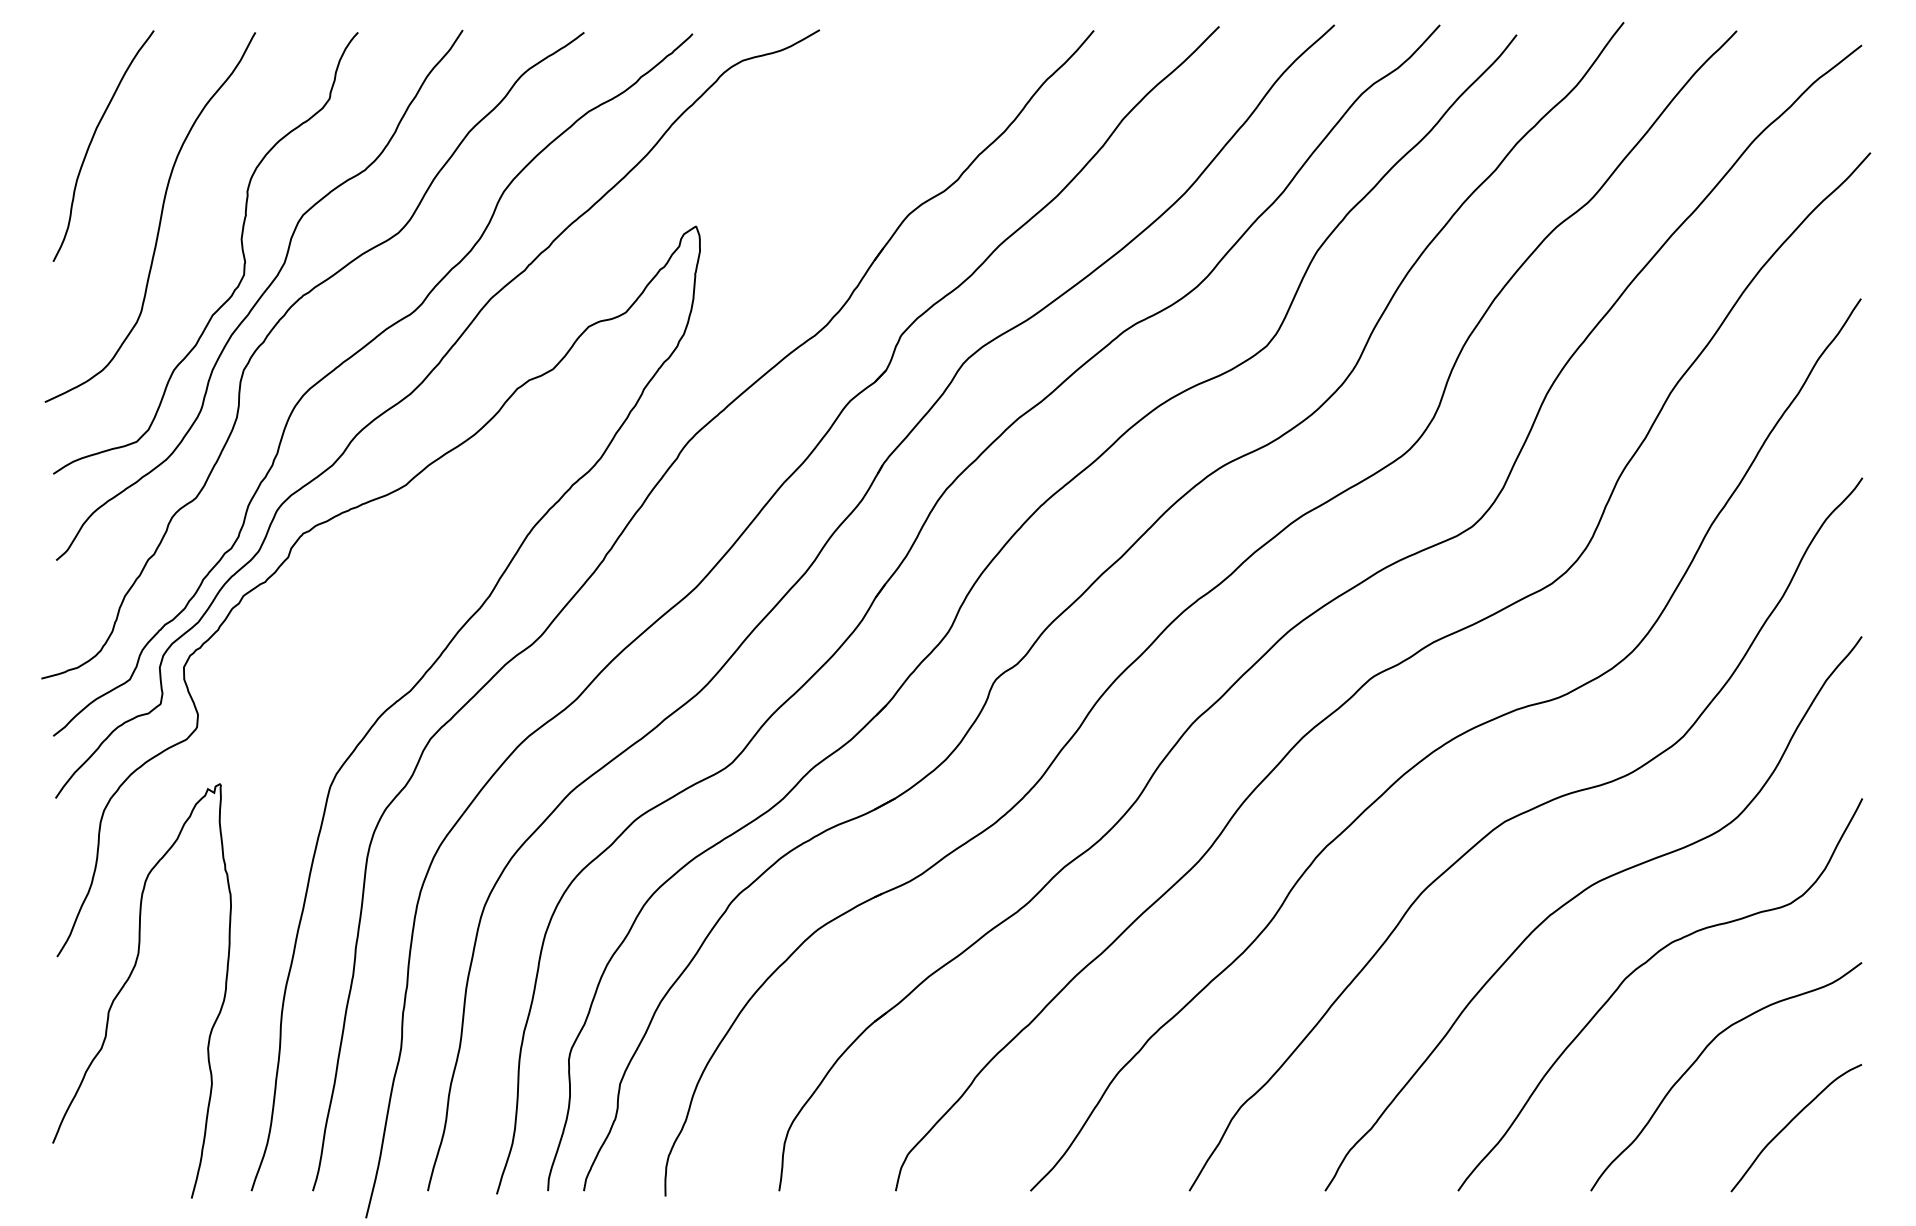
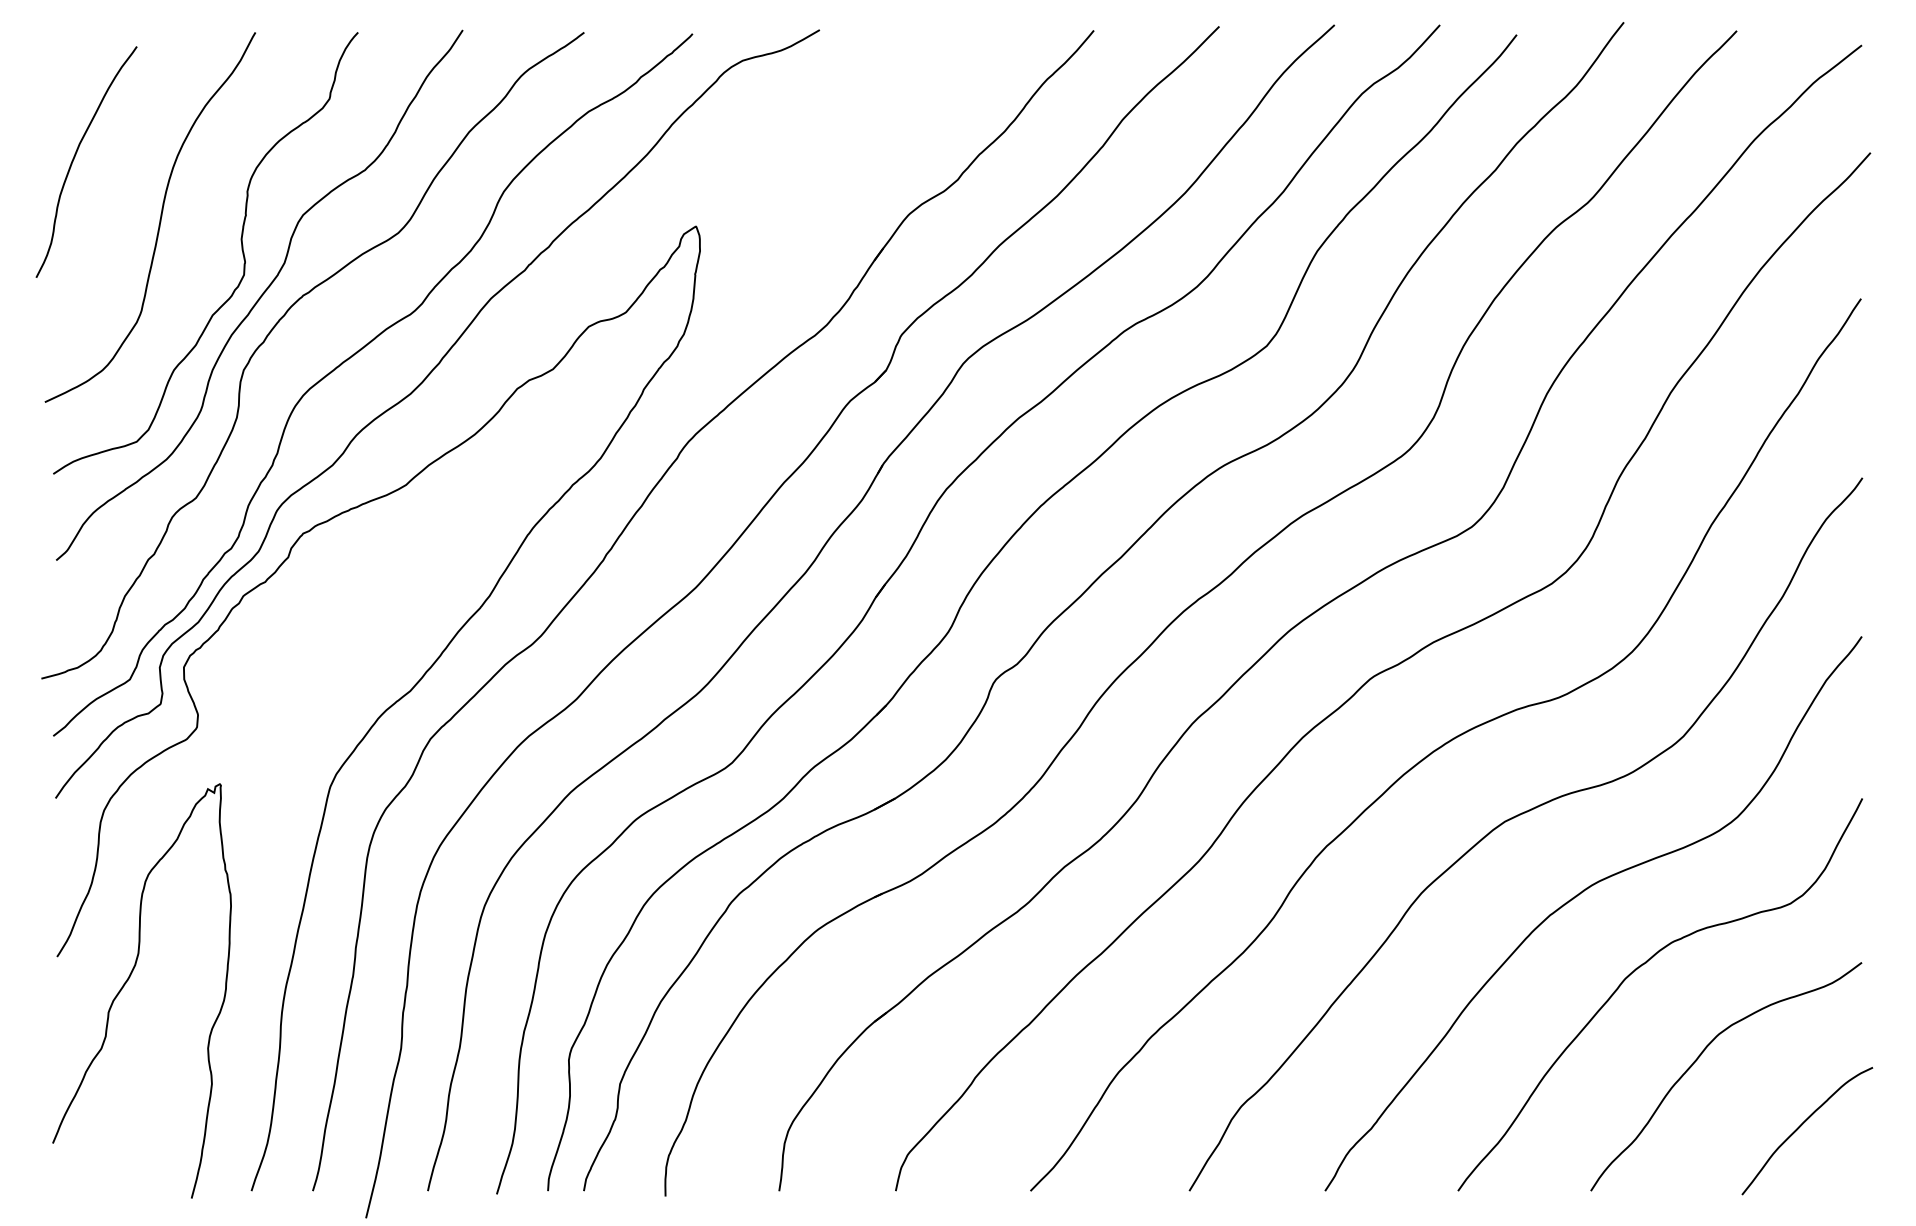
curve at (92, 141) position: (92, 141) -> (75, 157)
curve at (1791, 1122) position: (1791, 1122) -> (1802, 1125)
